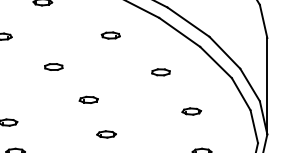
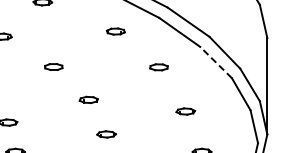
part at (110, 35) position: (110, 35) -> (115, 31)
line at (215, 62): solid -> dashed
part at (160, 72) position: (160, 72) -> (158, 67)
part at (191, 111) position: (191, 111) -> (185, 111)
